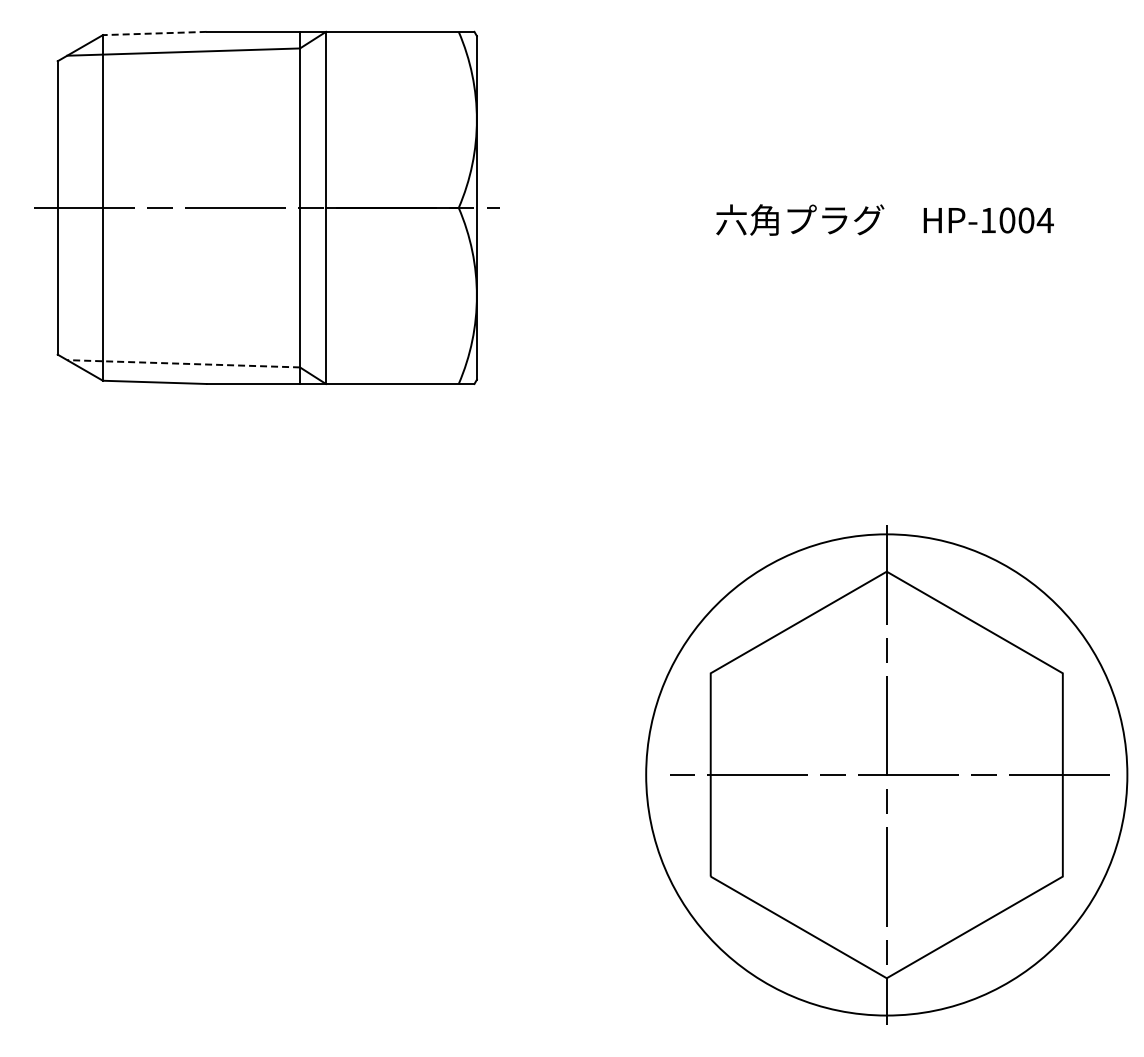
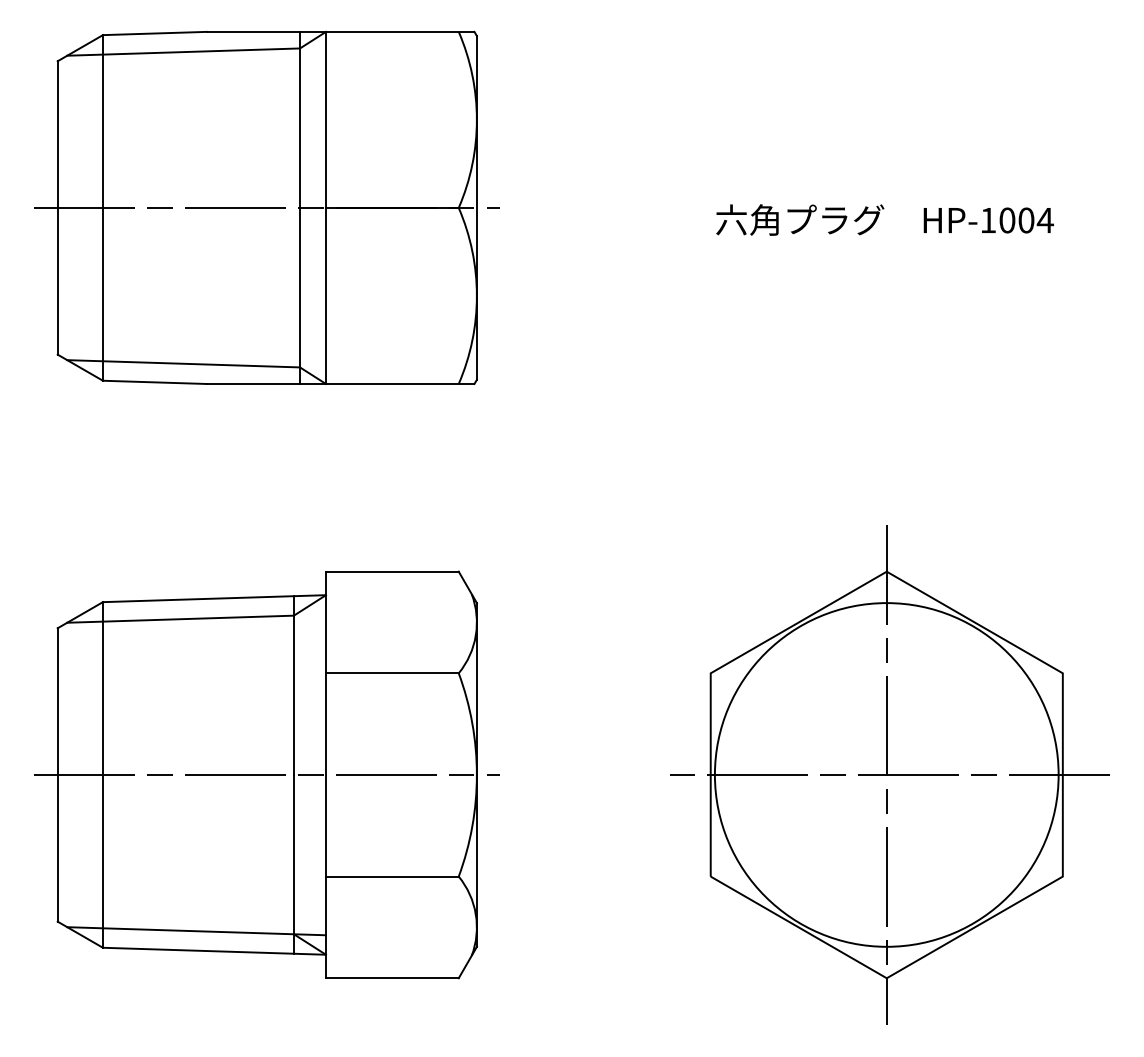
line at (154, 33): dashed -> solid
line at (183, 363): dashed -> solid
part at (266, 774): none -> present
circle at (886, 774) diameter: 481 px -> 344 px
